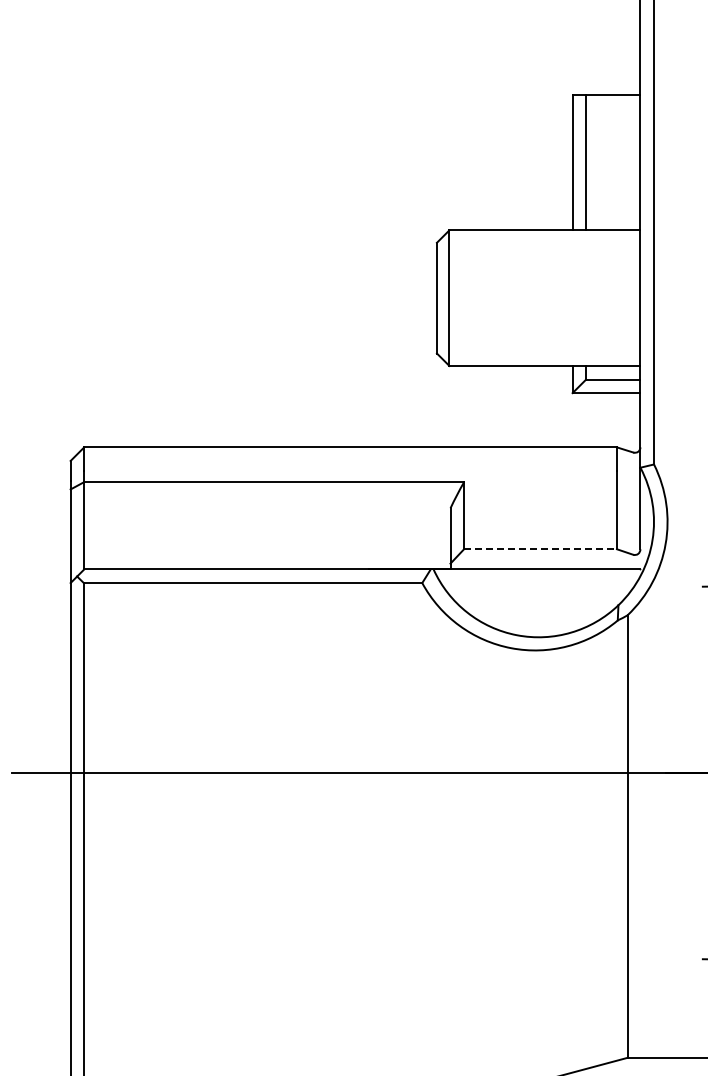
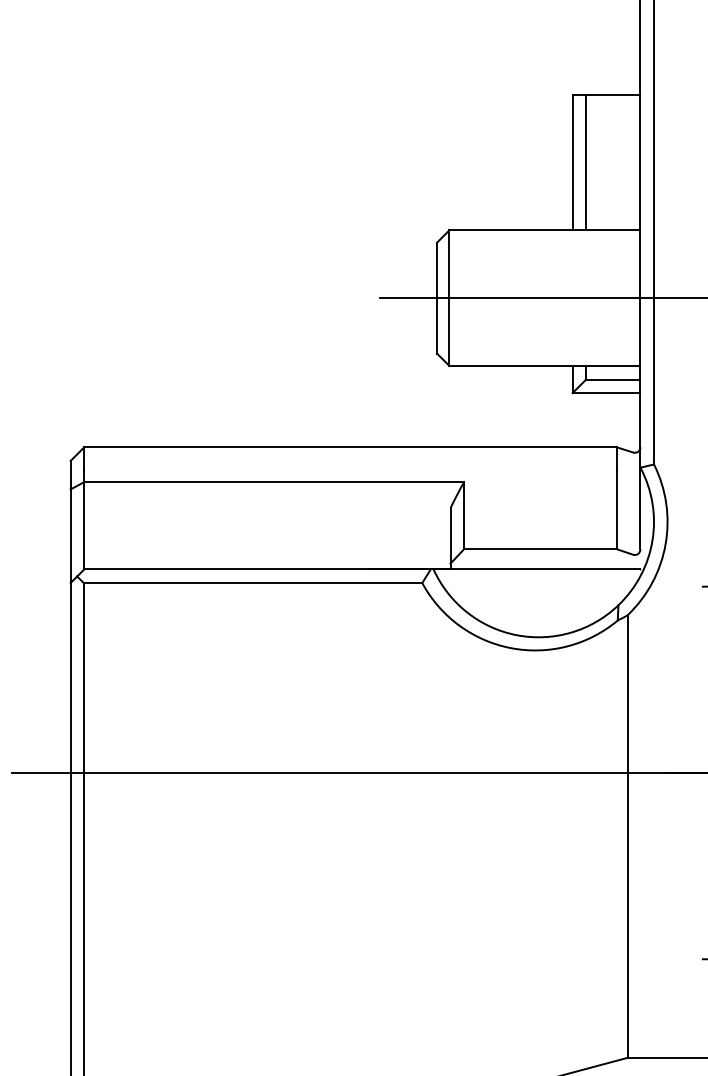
line at (541, 298): none -> present
line at (541, 549): dashed -> solid
